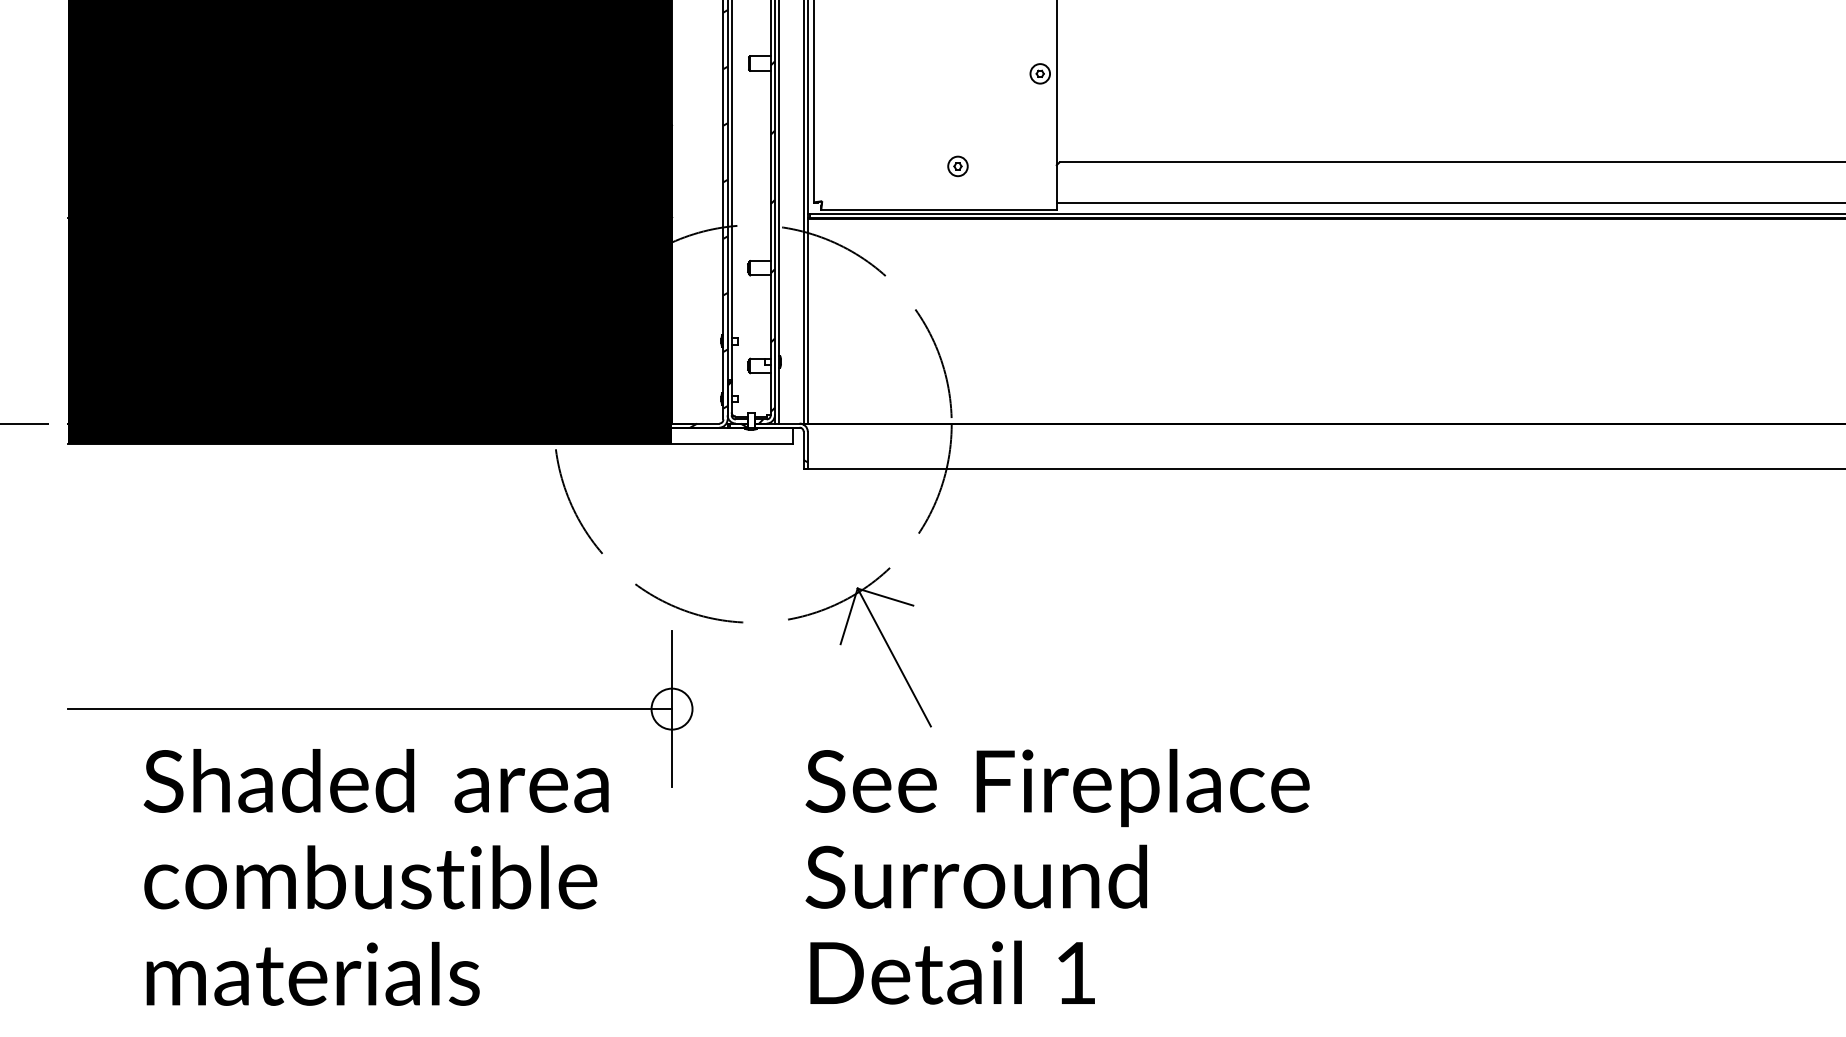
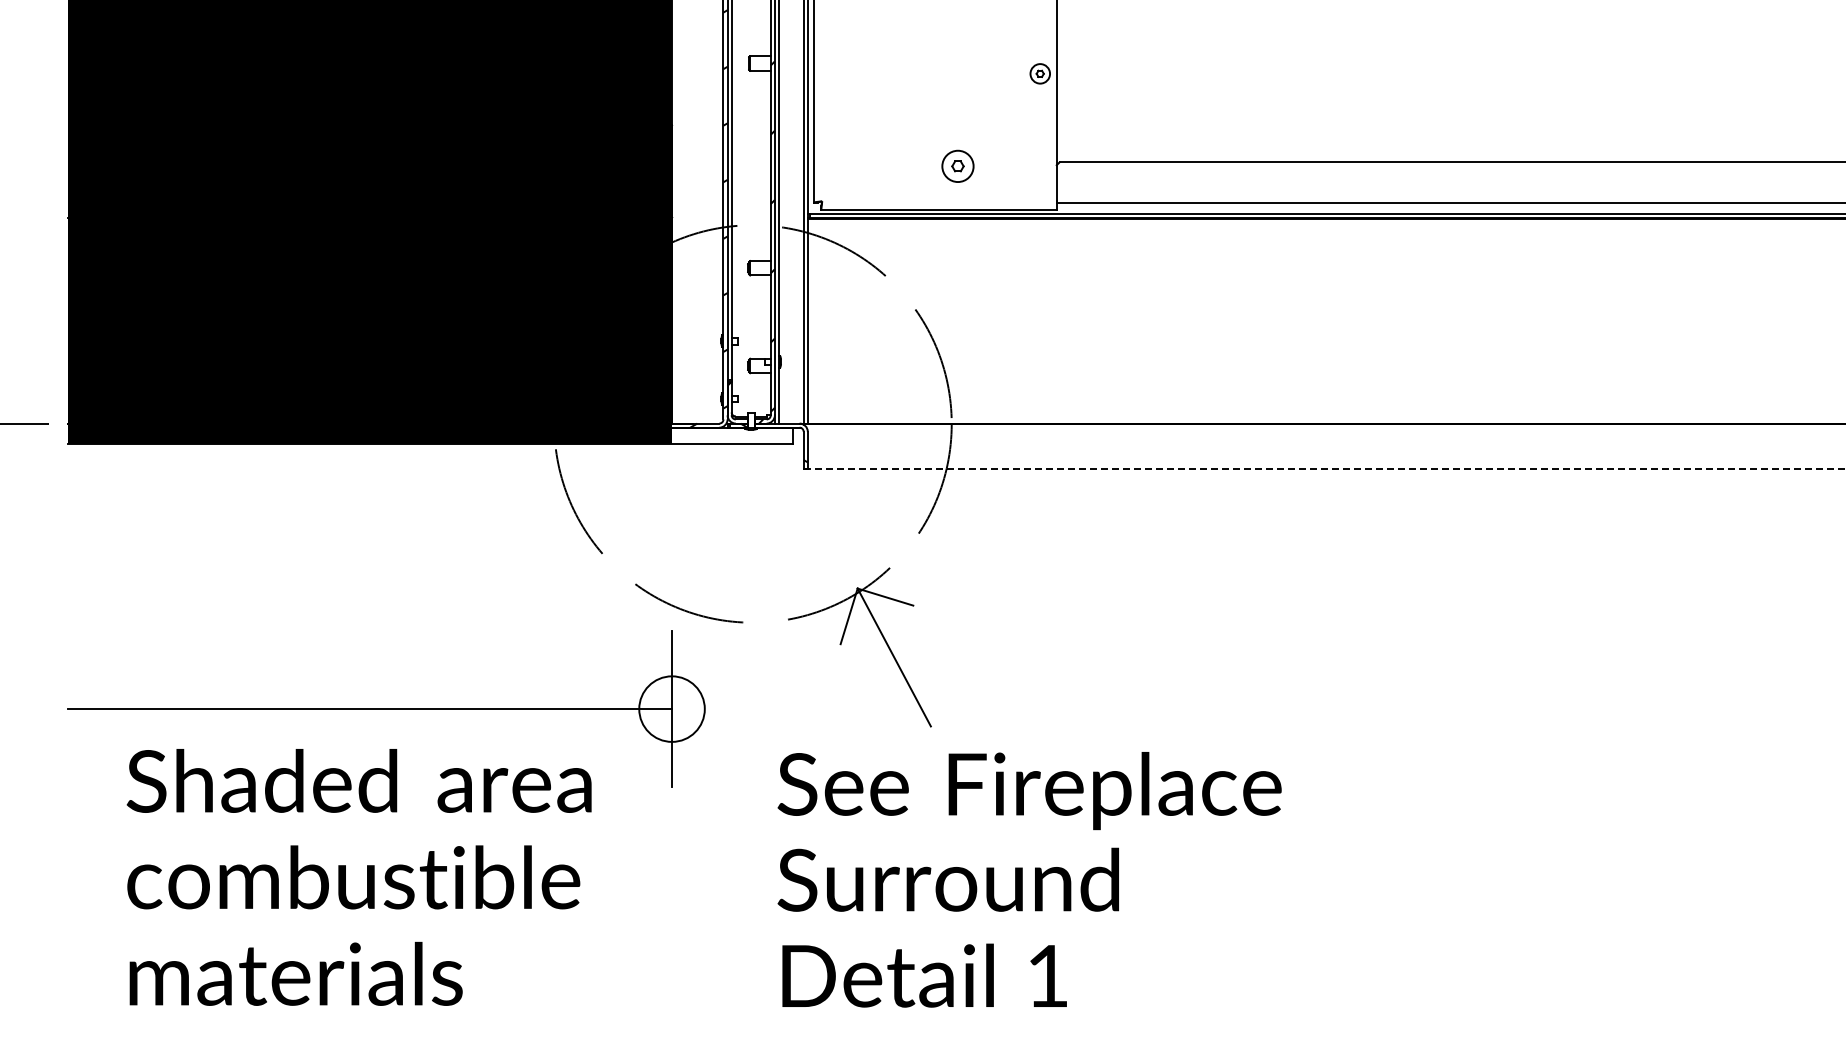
part at (957, 166) size: 22x23 px -> 34x34 px
line at (1324, 469): solid -> dashed
circle at (671, 708) diameter: 41 px -> 66 px
text at (1057, 876) position: (1057, 876) -> (1029, 879)
text at (375, 877) position: (375, 877) -> (358, 877)
